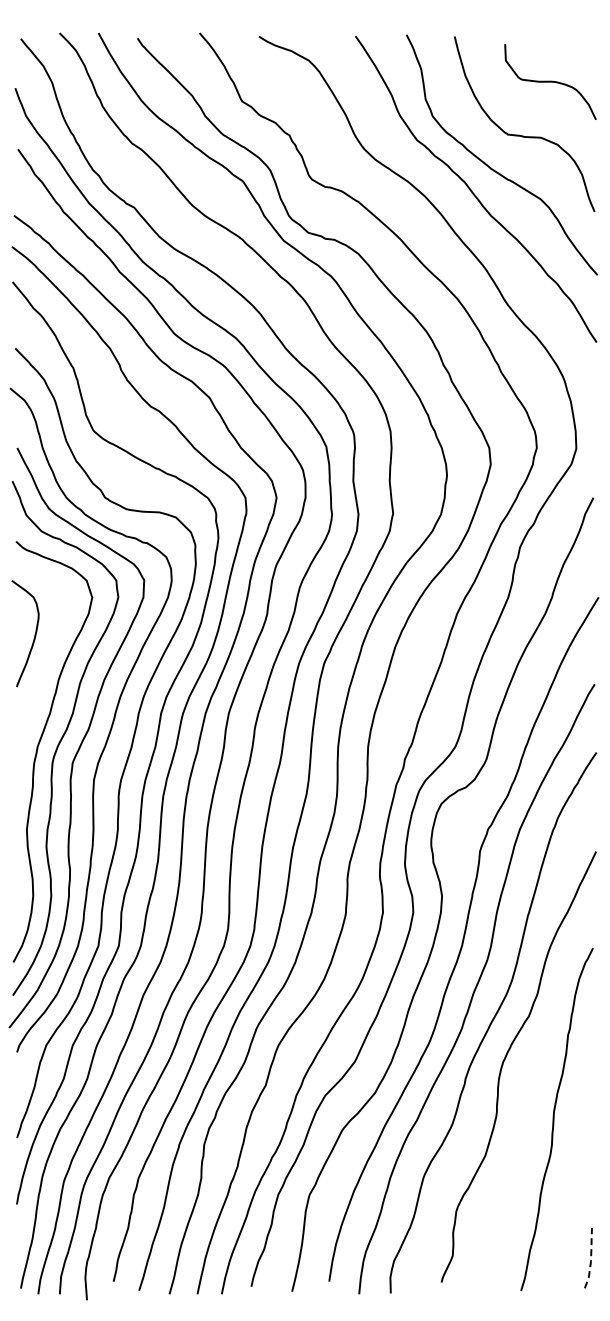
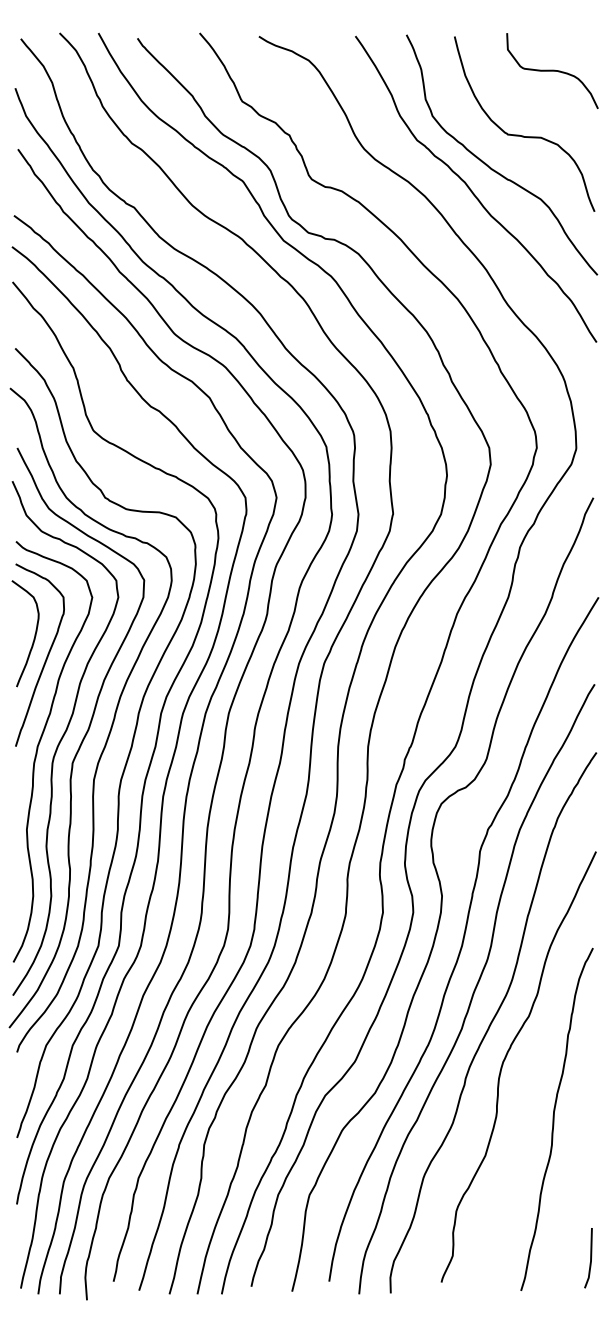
curve at (550, 81) position: (550, 81) -> (552, 70)
curve at (45, 658): none -> present
line at (591, 1259): dashed -> solid
